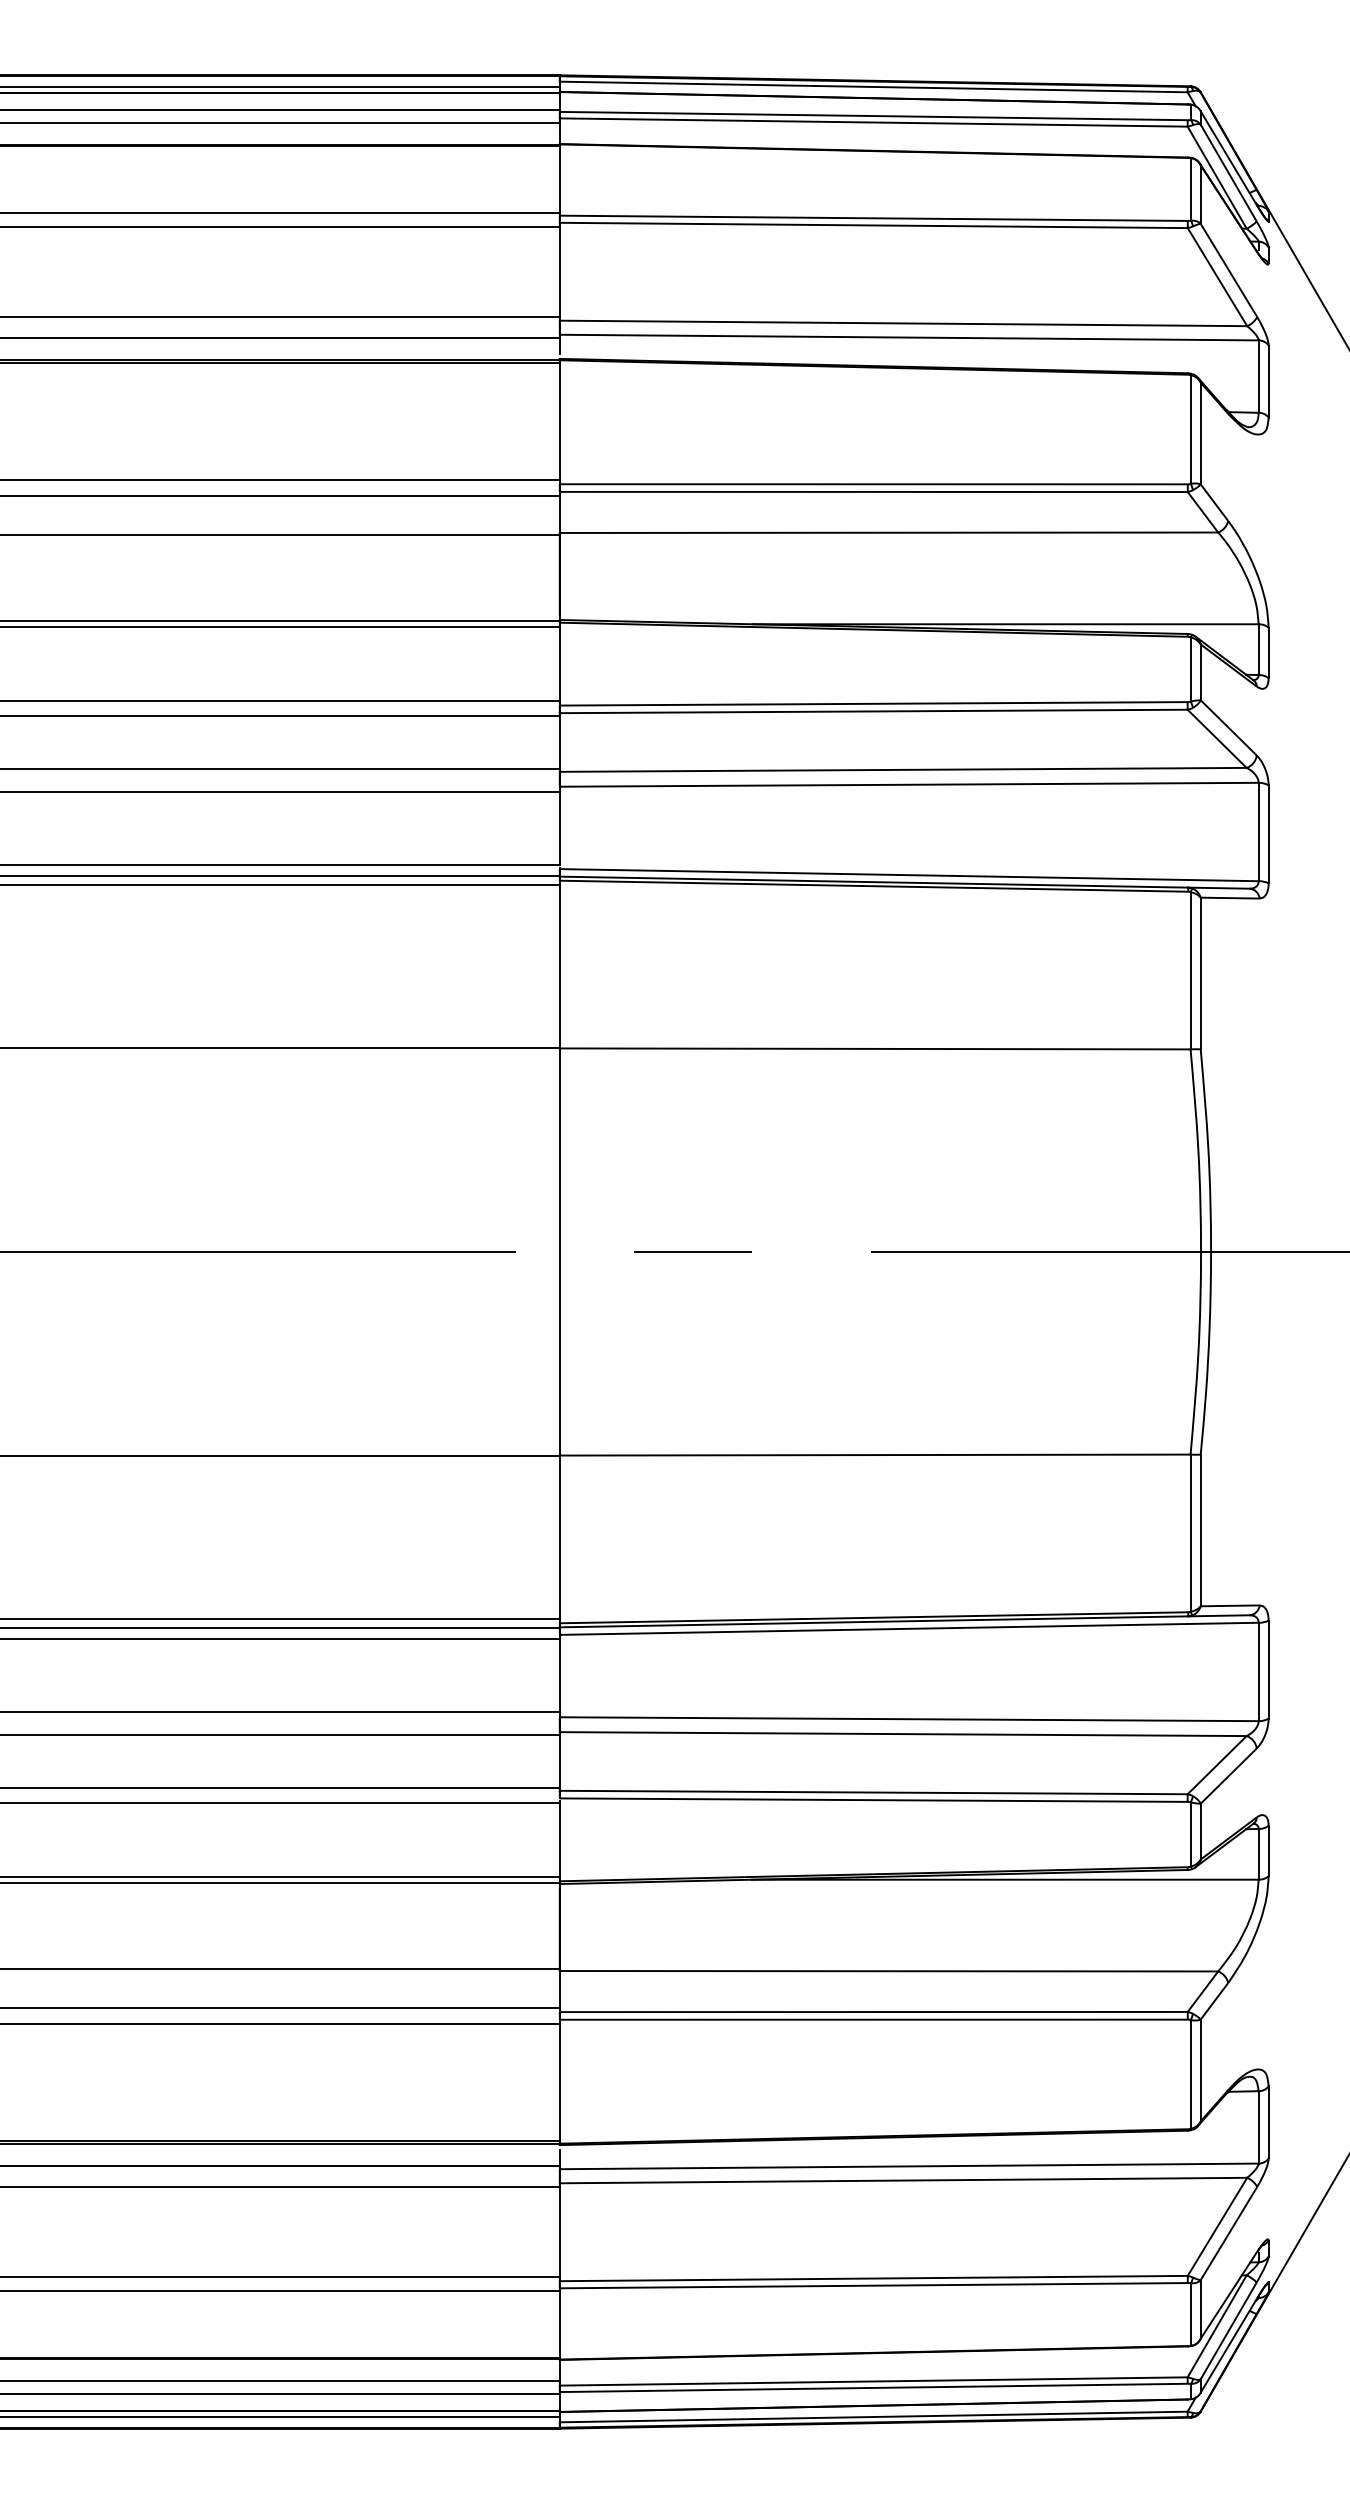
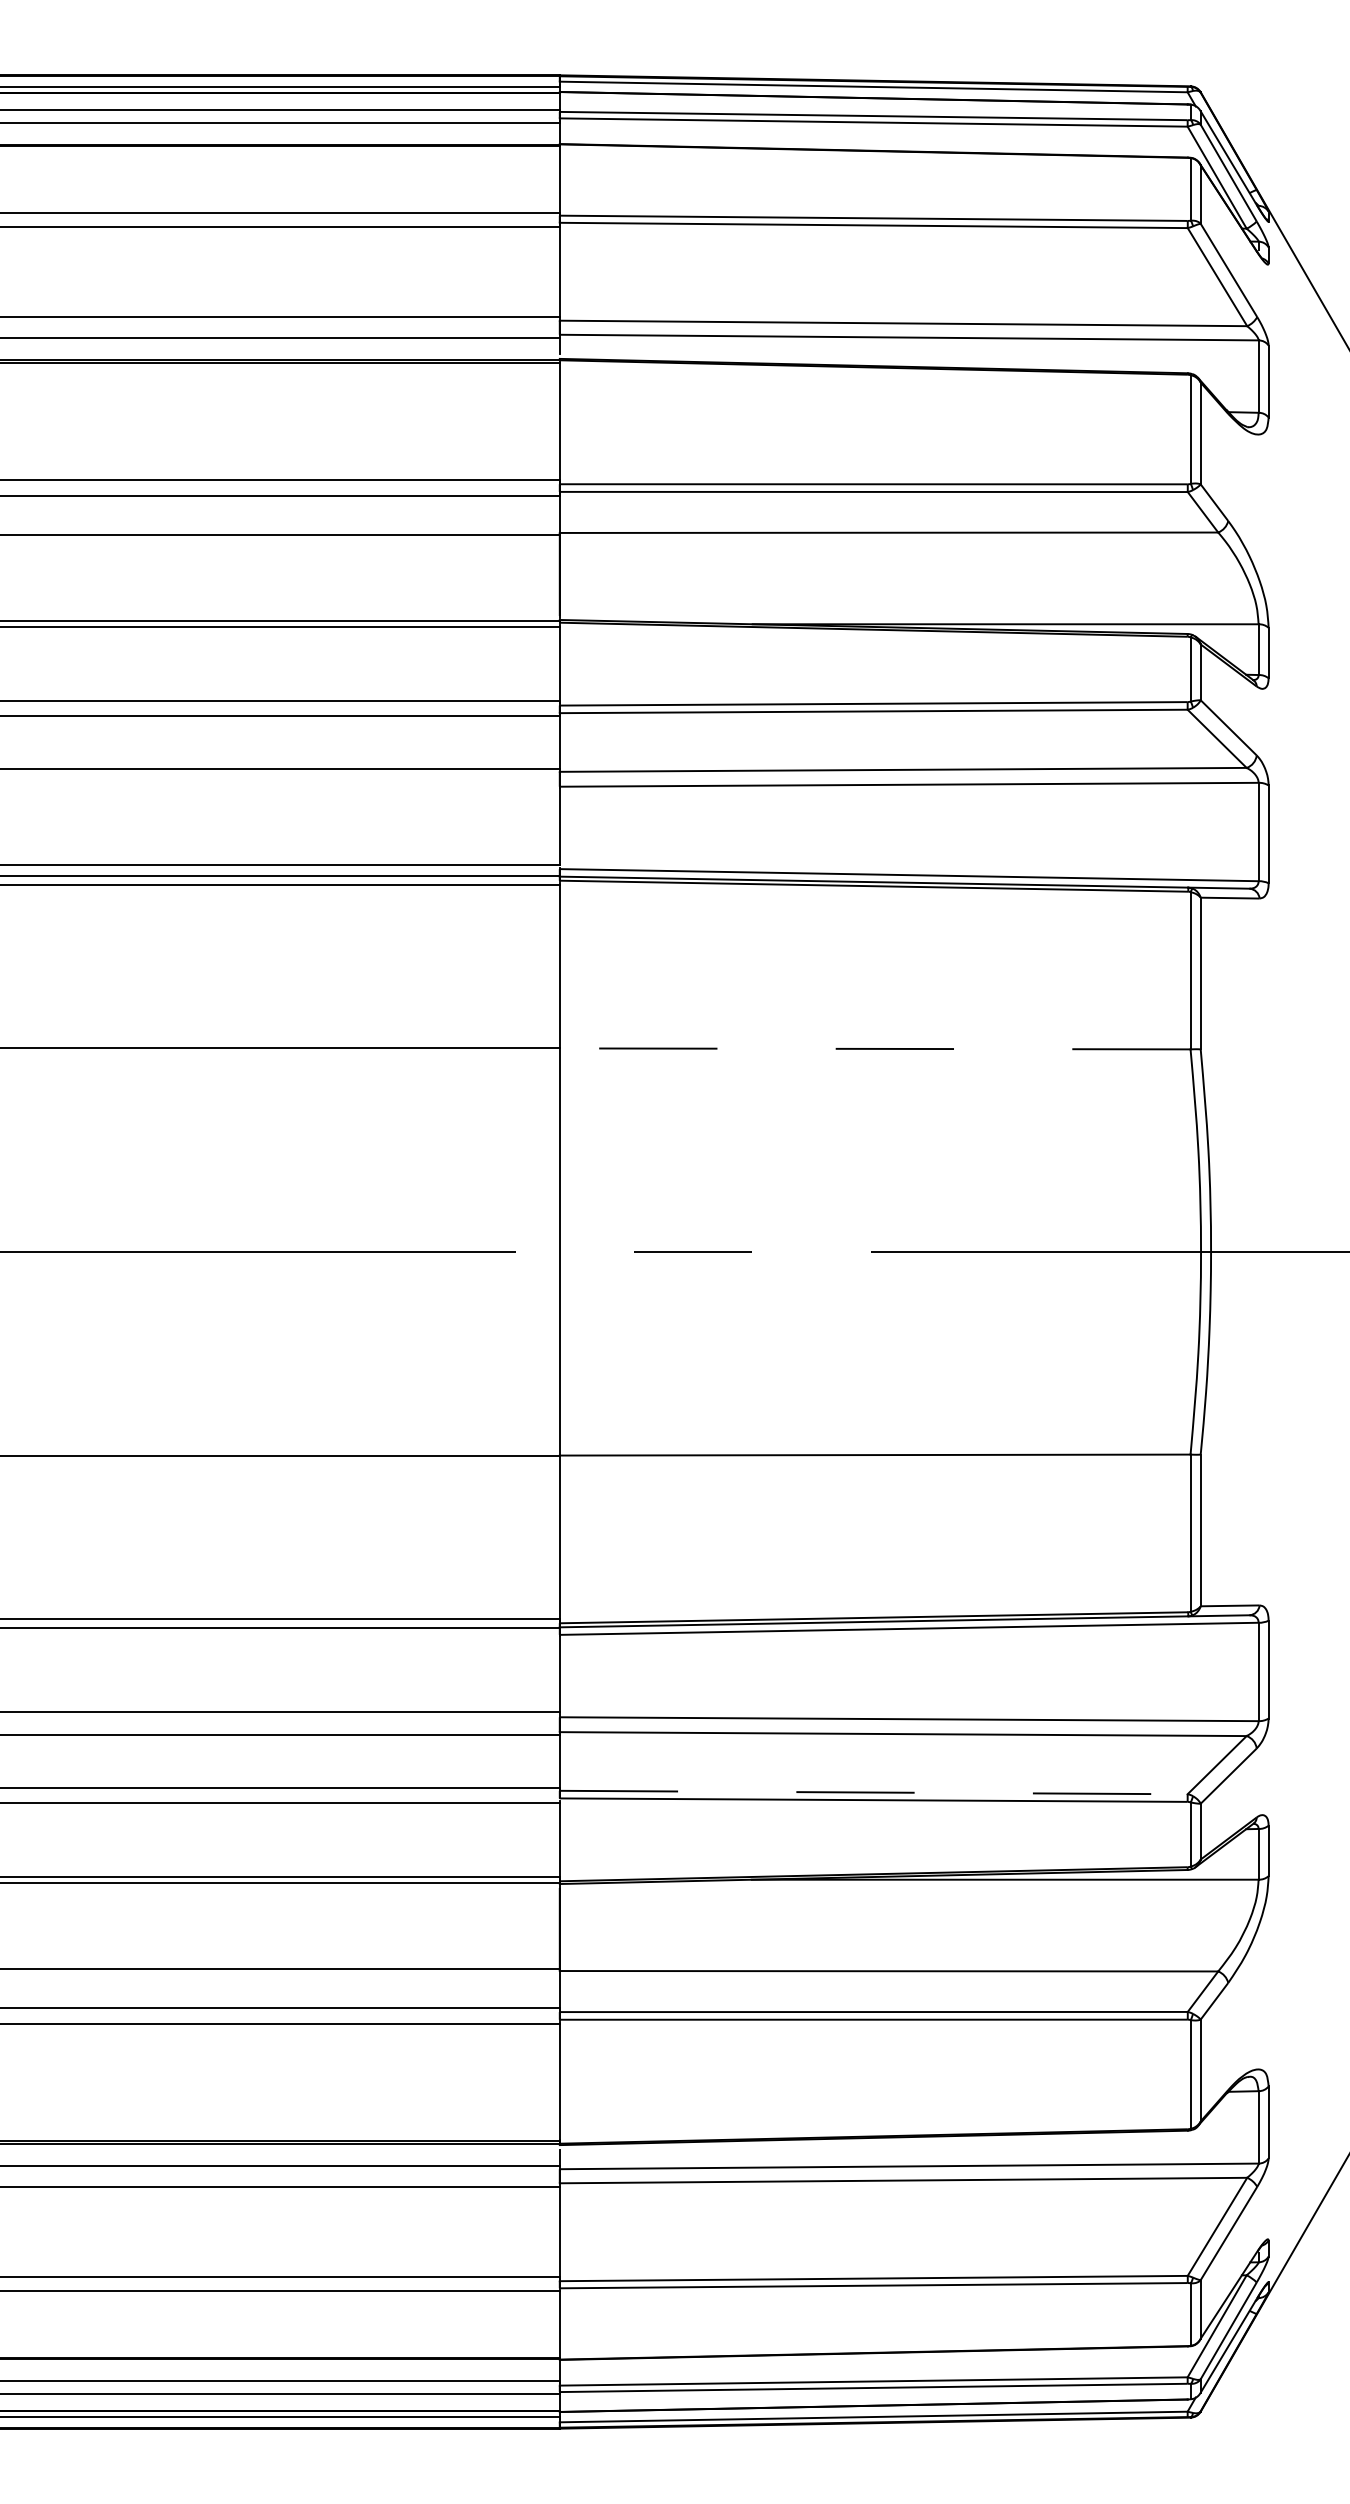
line at (280, 791): present -> none
line at (874, 1048): solid -> dashed
line at (280, 1638): present -> none
line at (873, 1792): solid -> dashed
